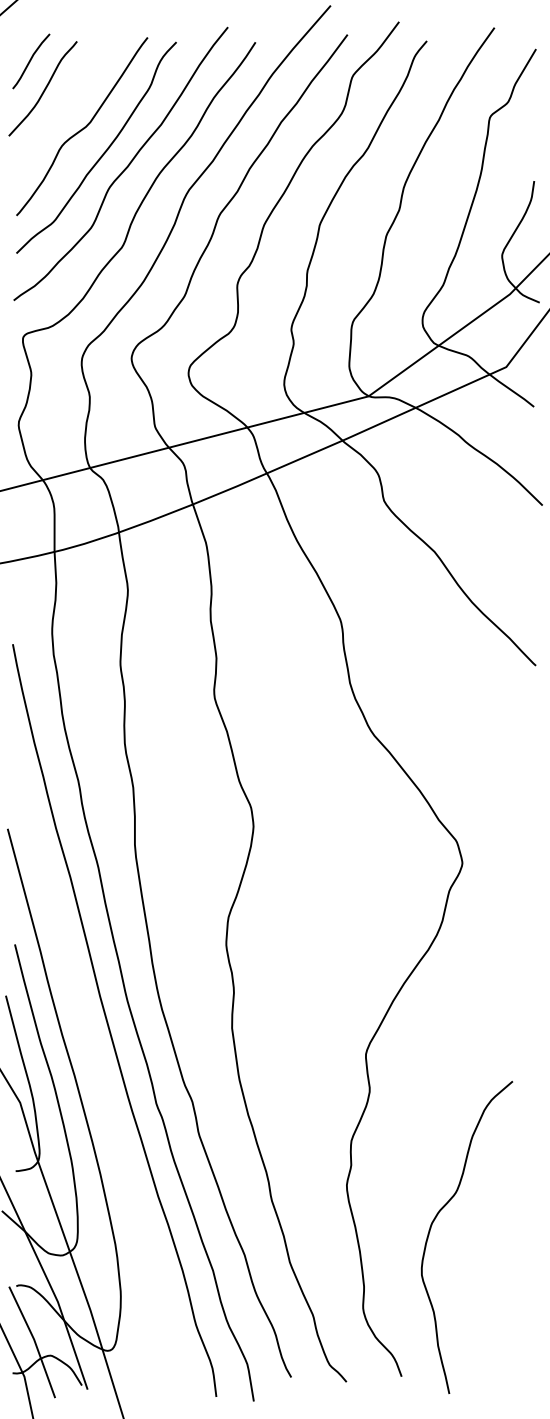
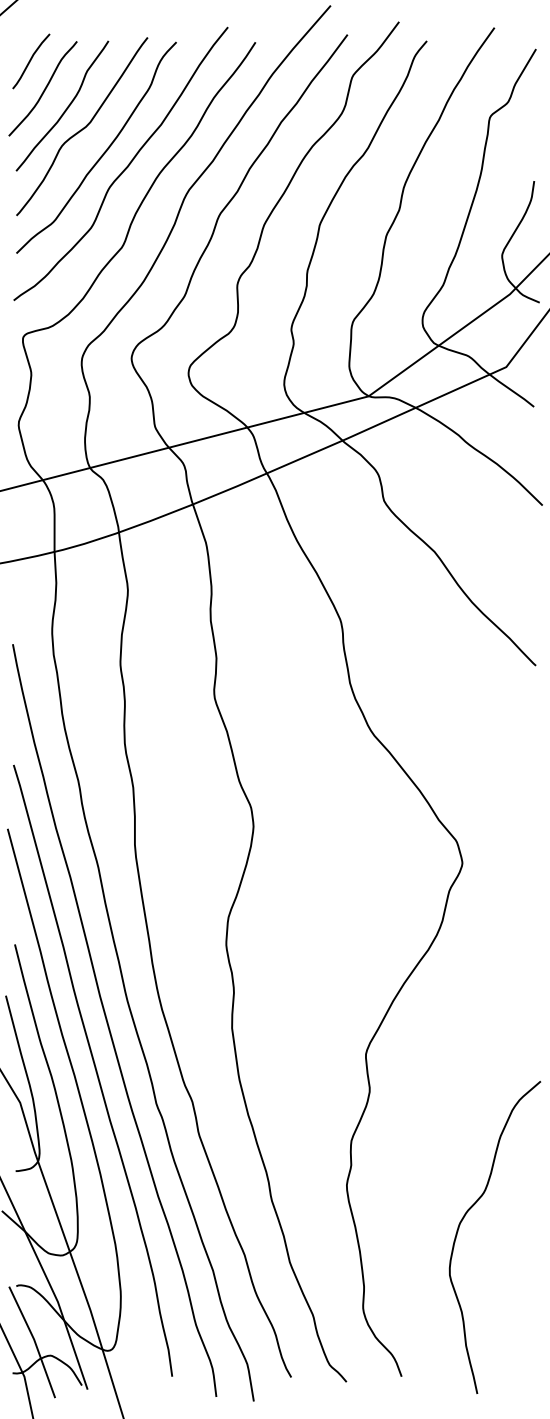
curve at (66, 107): none -> present
curve at (95, 1070): none -> present
curve at (437, 1216) position: (437, 1216) -> (465, 1216)
